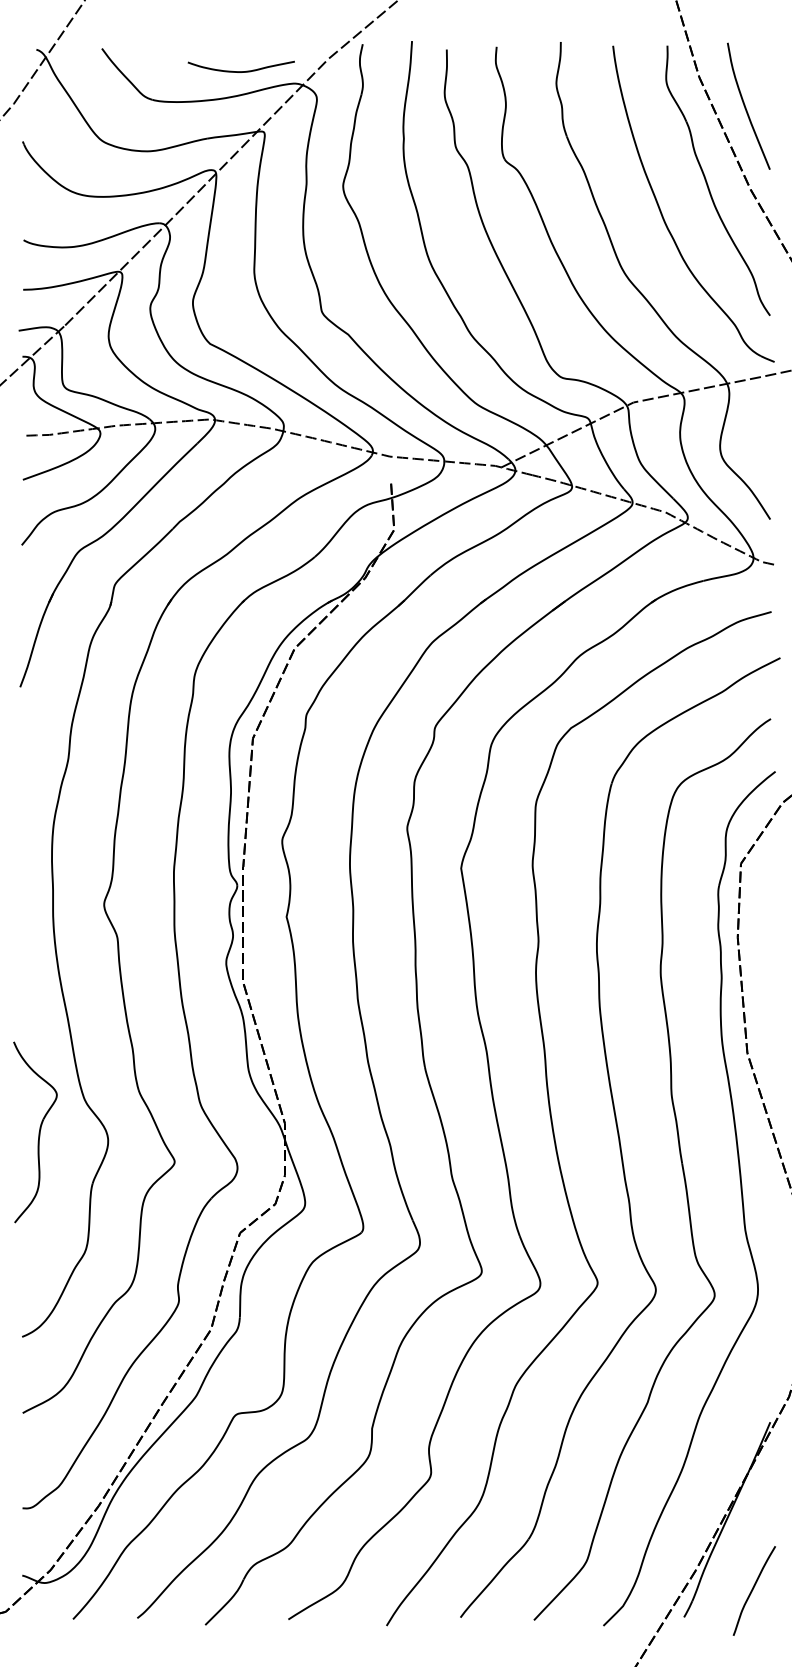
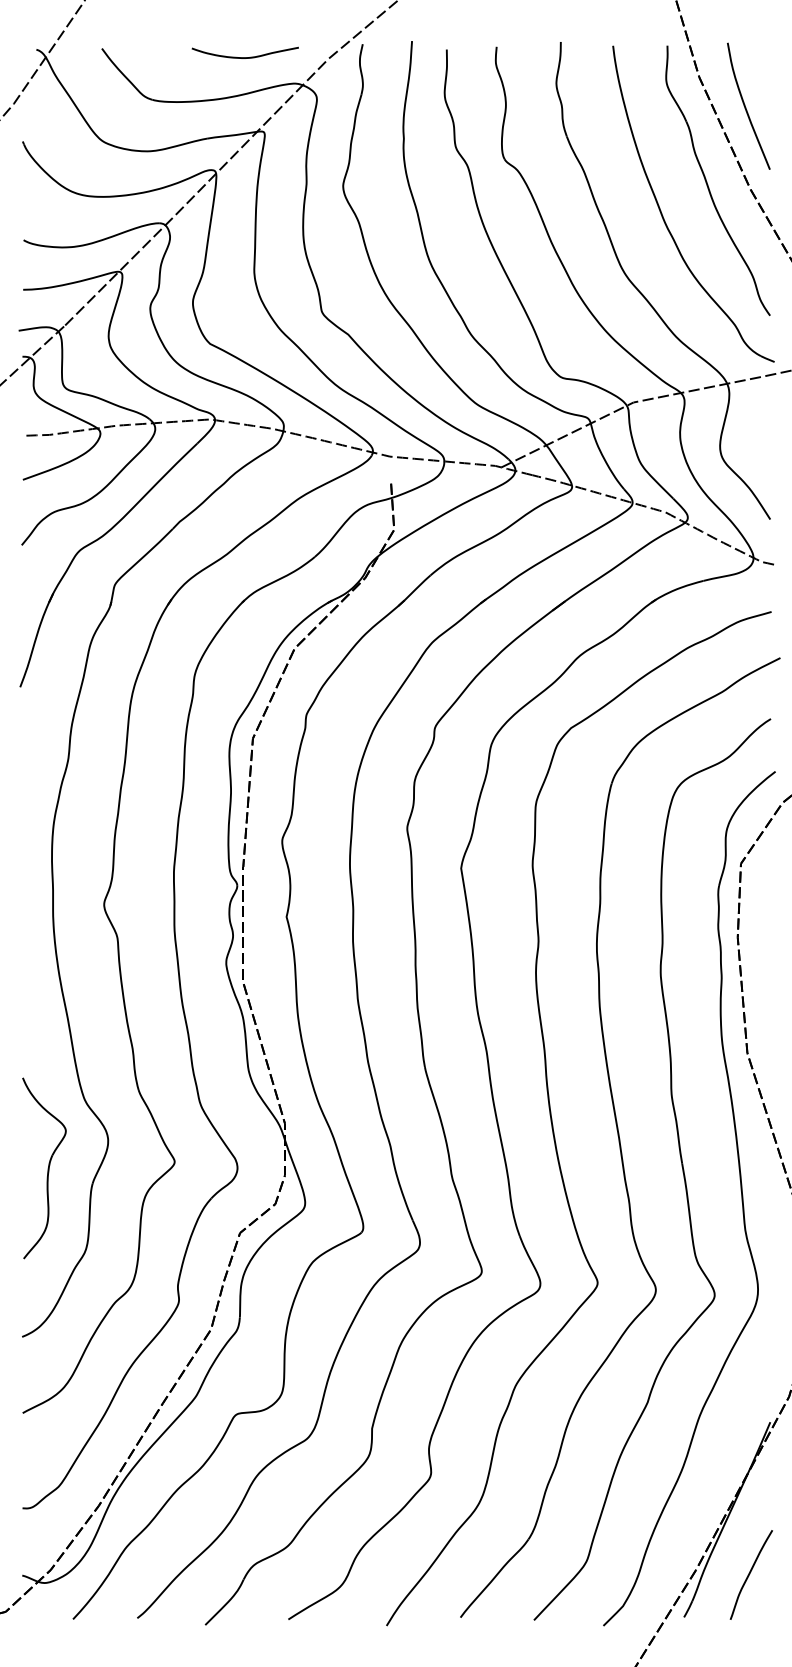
curve at (240, 71) position: (240, 71) -> (244, 57)
part at (35, 1132) position: (35, 1132) -> (44, 1168)
curve at (753, 1590) position: (753, 1590) -> (750, 1574)
